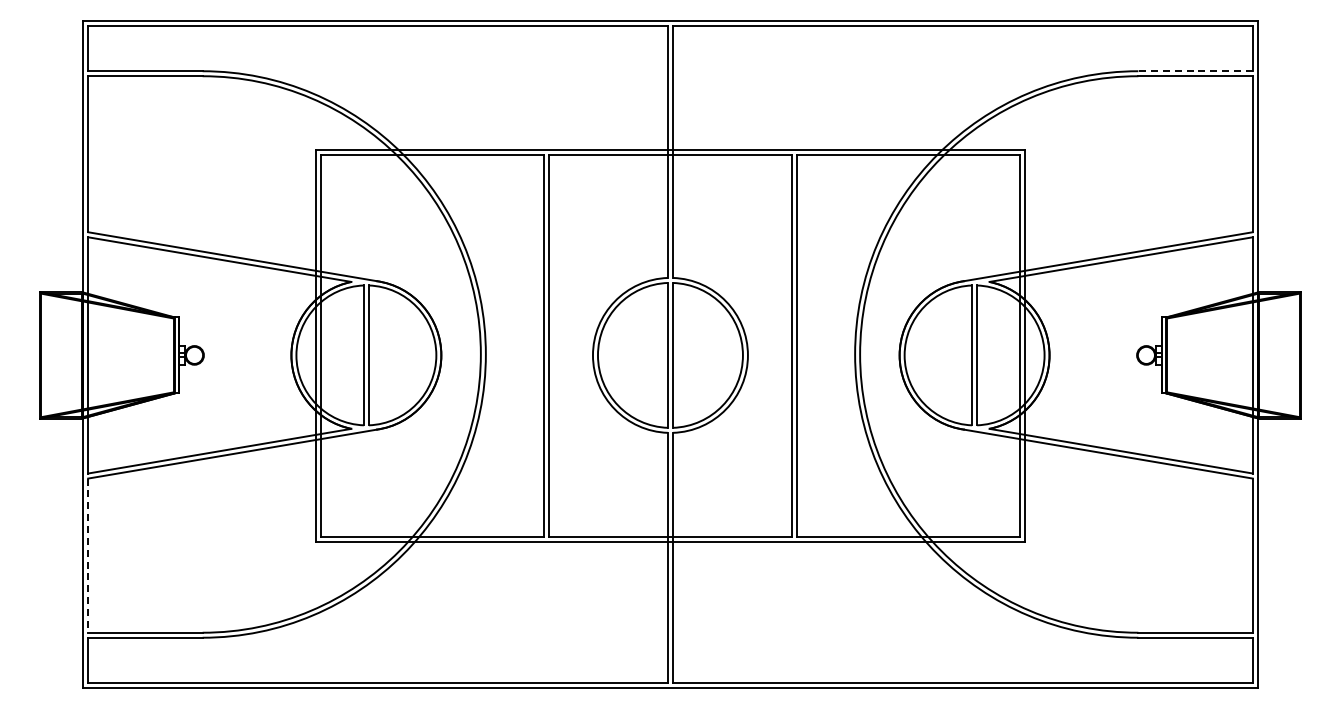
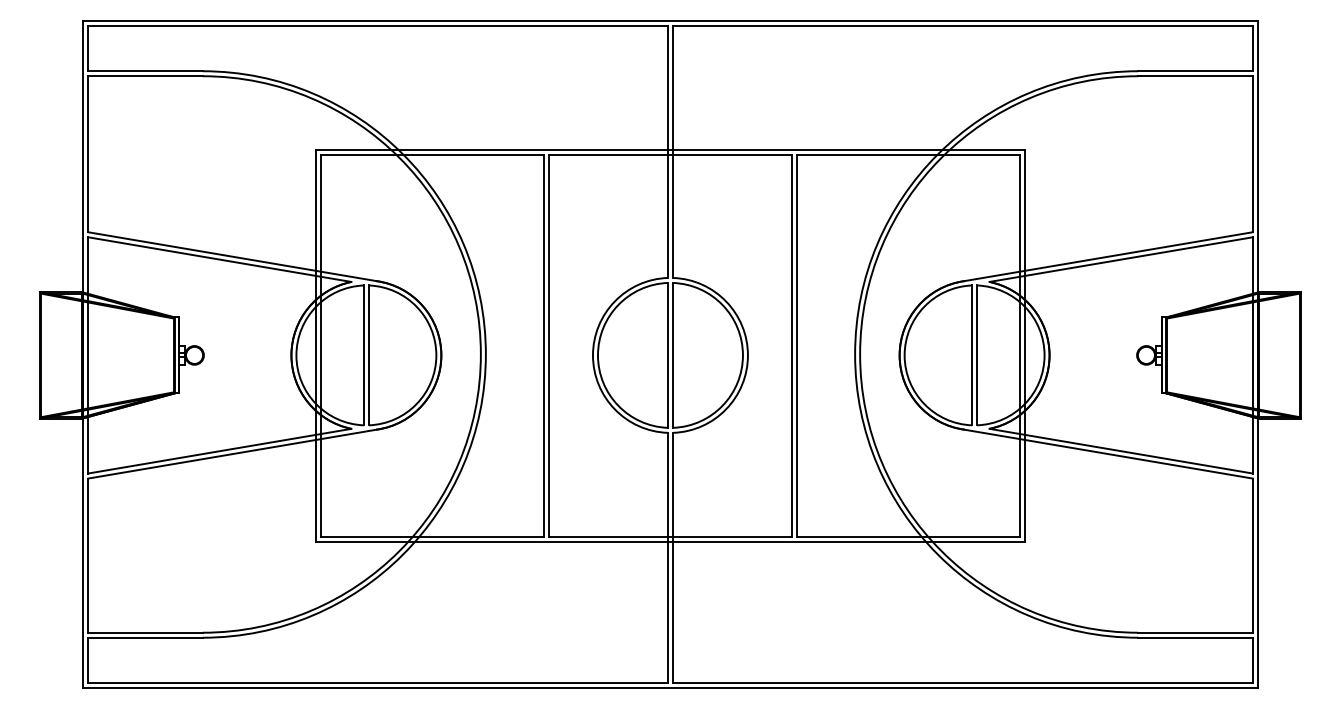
line at (1195, 71): dashed -> solid
line at (88, 556): dashed -> solid
